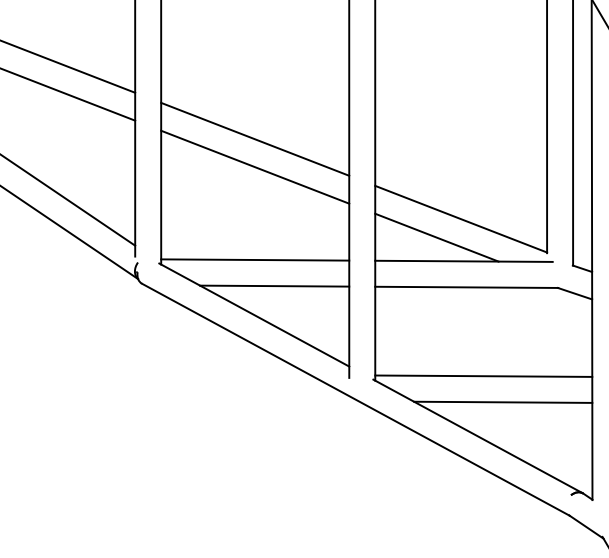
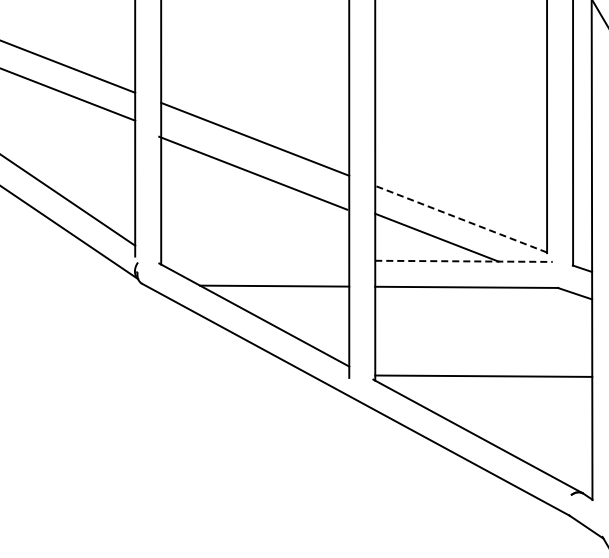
line at (255, 166) position: (255, 166) -> (253, 172)
line at (460, 219): solid -> dashed
line at (255, 259): present -> none
line at (463, 261): solid -> dashed
line at (503, 401): present -> none
